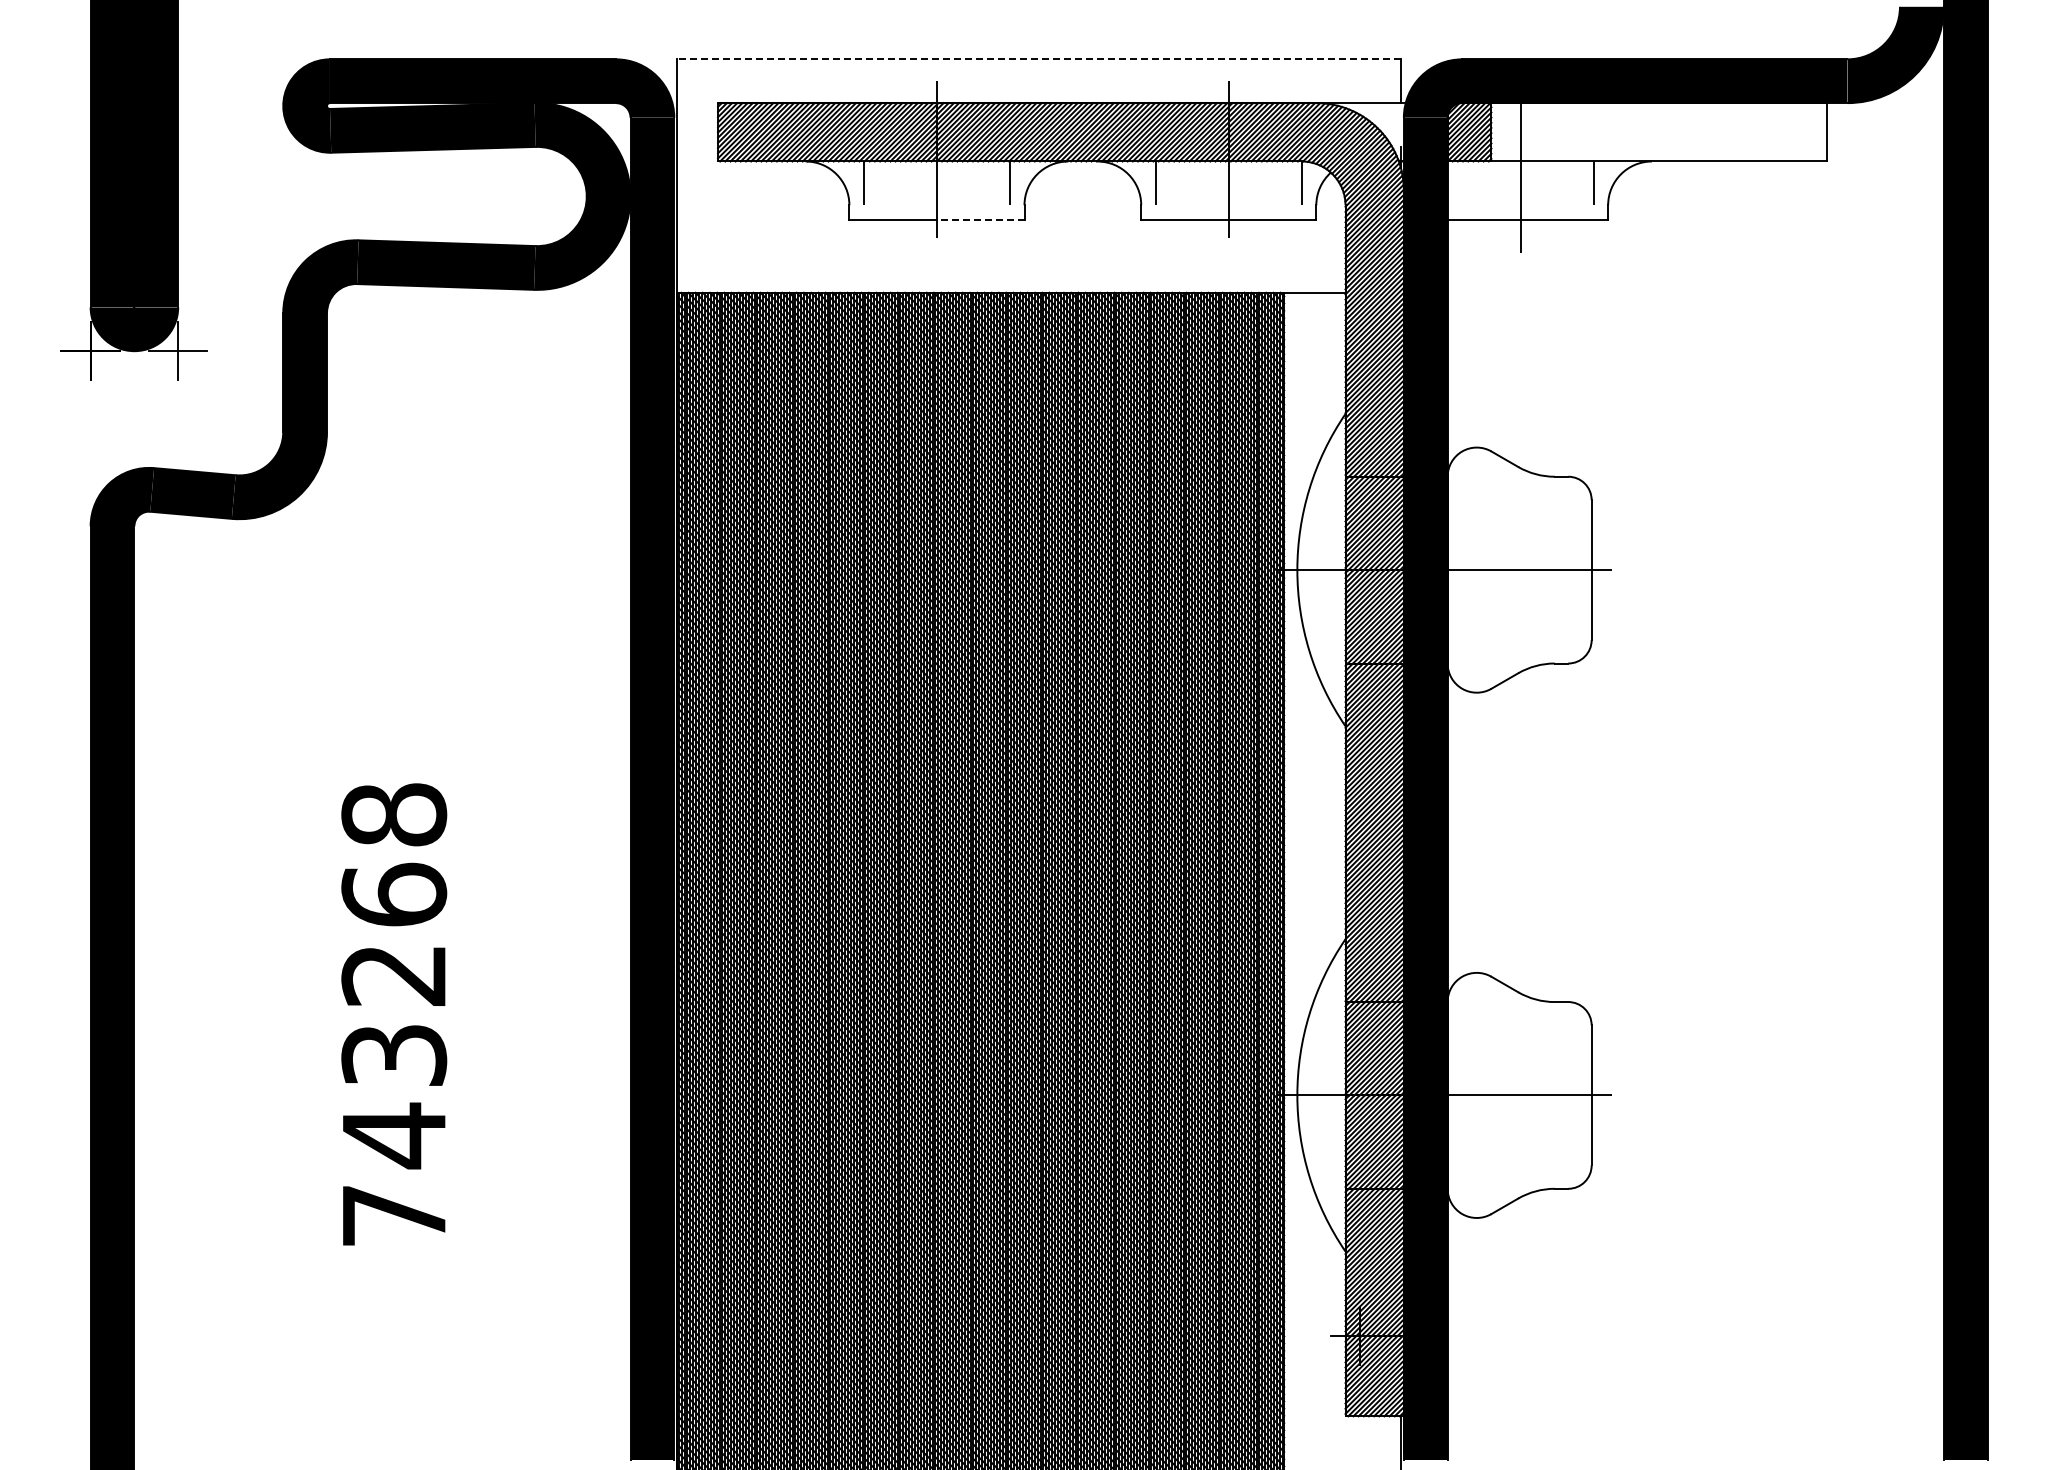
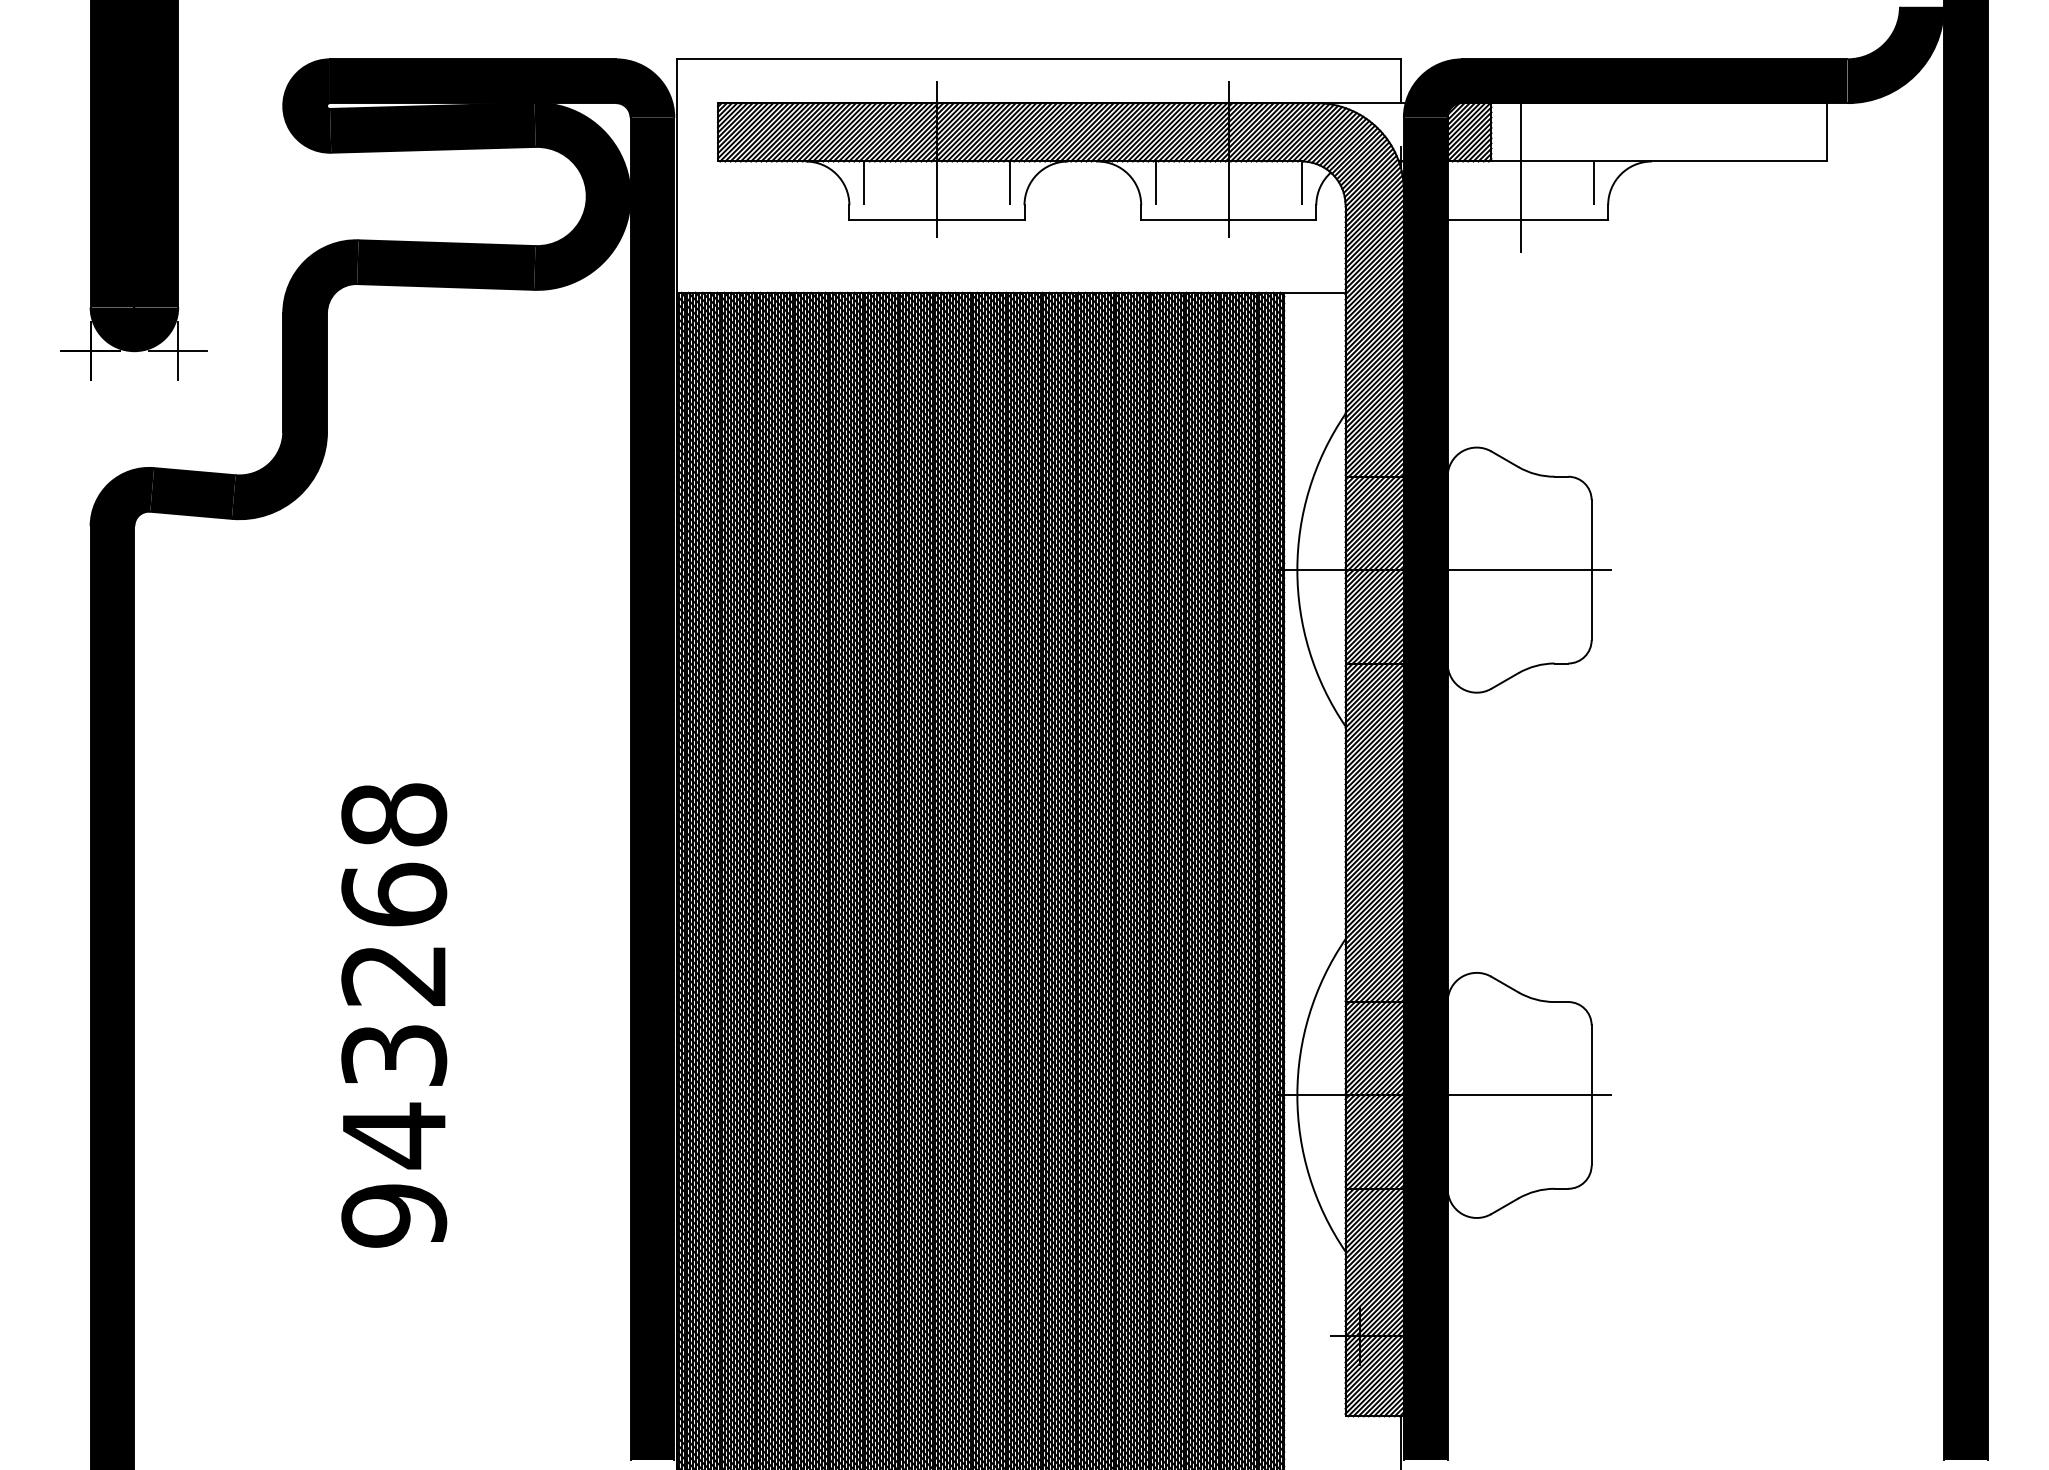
line at (1039, 59): dashed -> solid
line at (980, 219): dashed -> solid
text at (394, 1215): 743268 -> 943268
